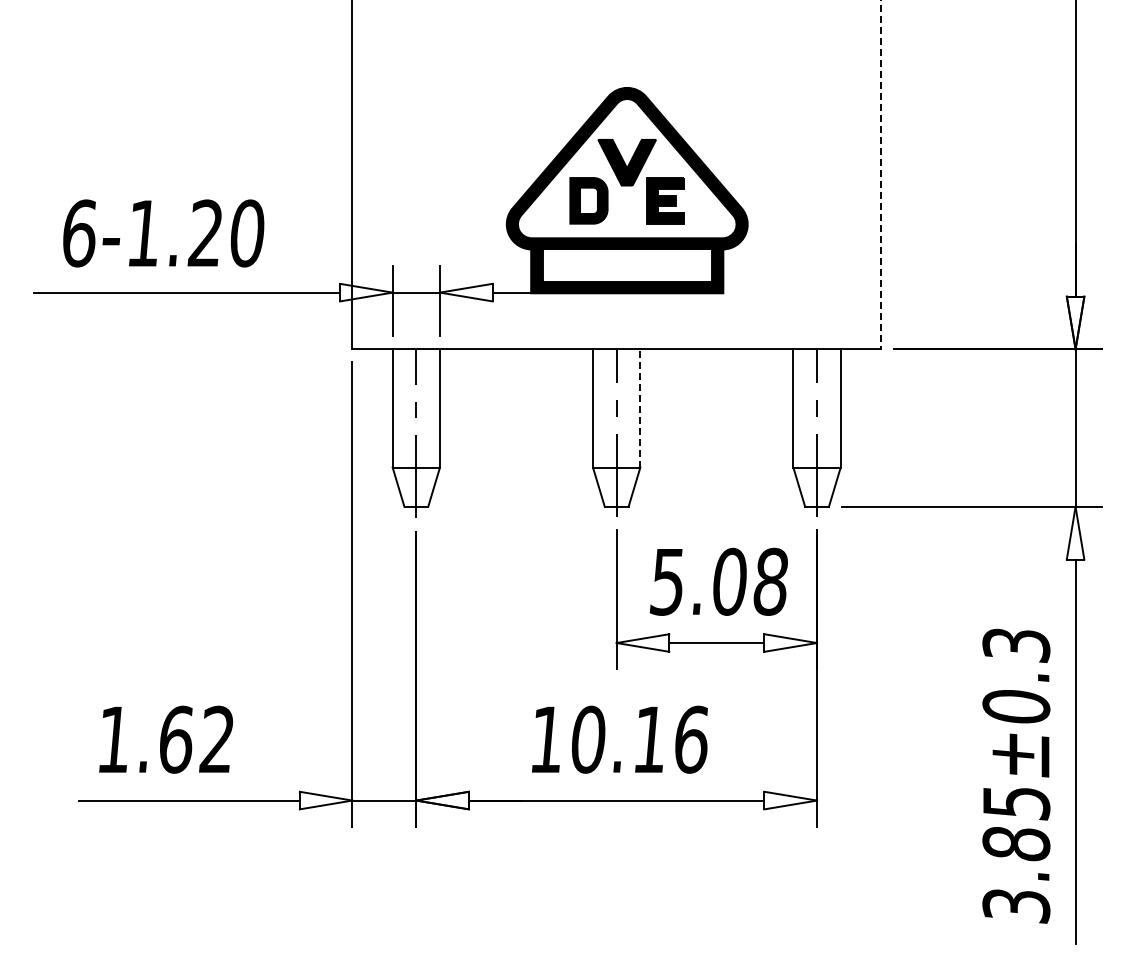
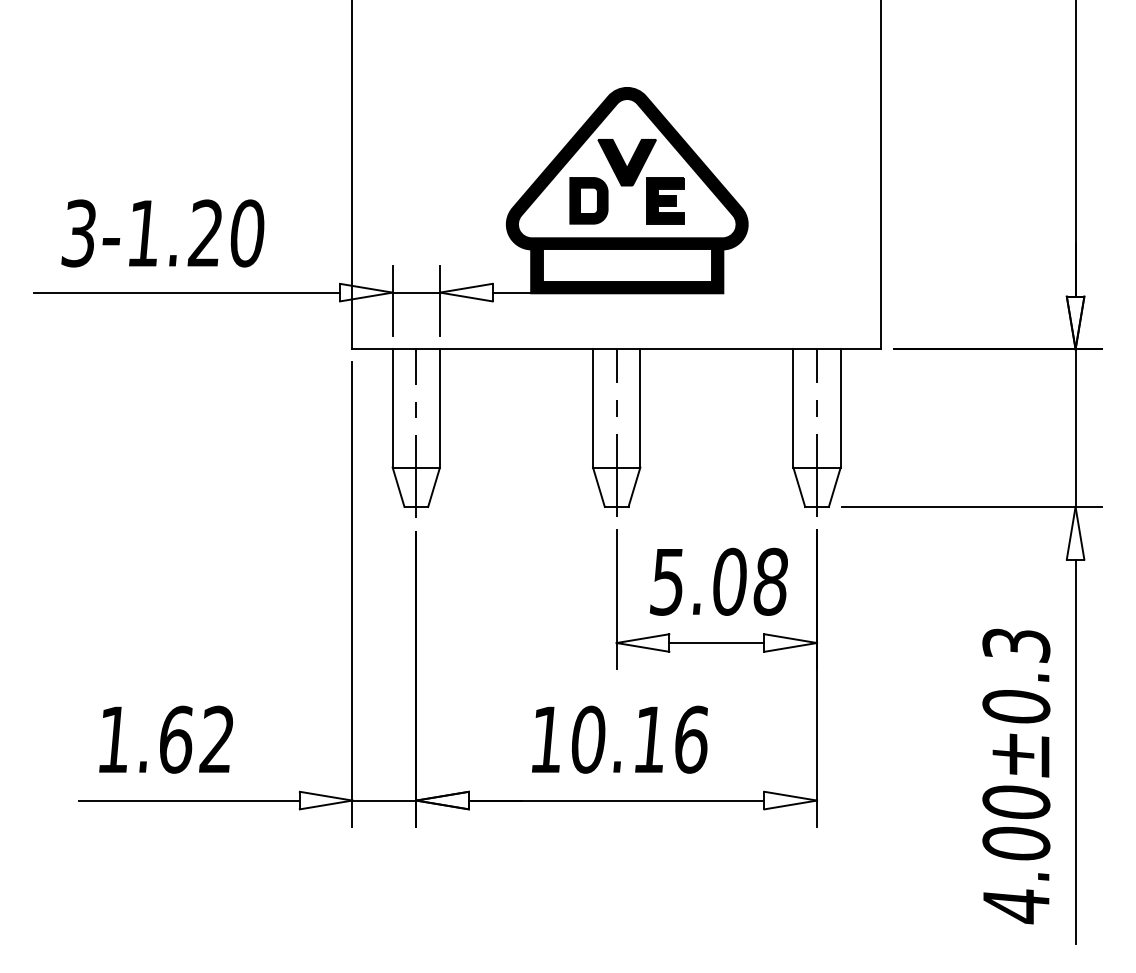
line at (880, 175): dashed -> solid
text at (78, 233): 6-1.20 -> 3-1.20
line at (640, 407): dashed -> solid
text at (1016, 854): 3.85±0.3 -> 4.00±0.3
